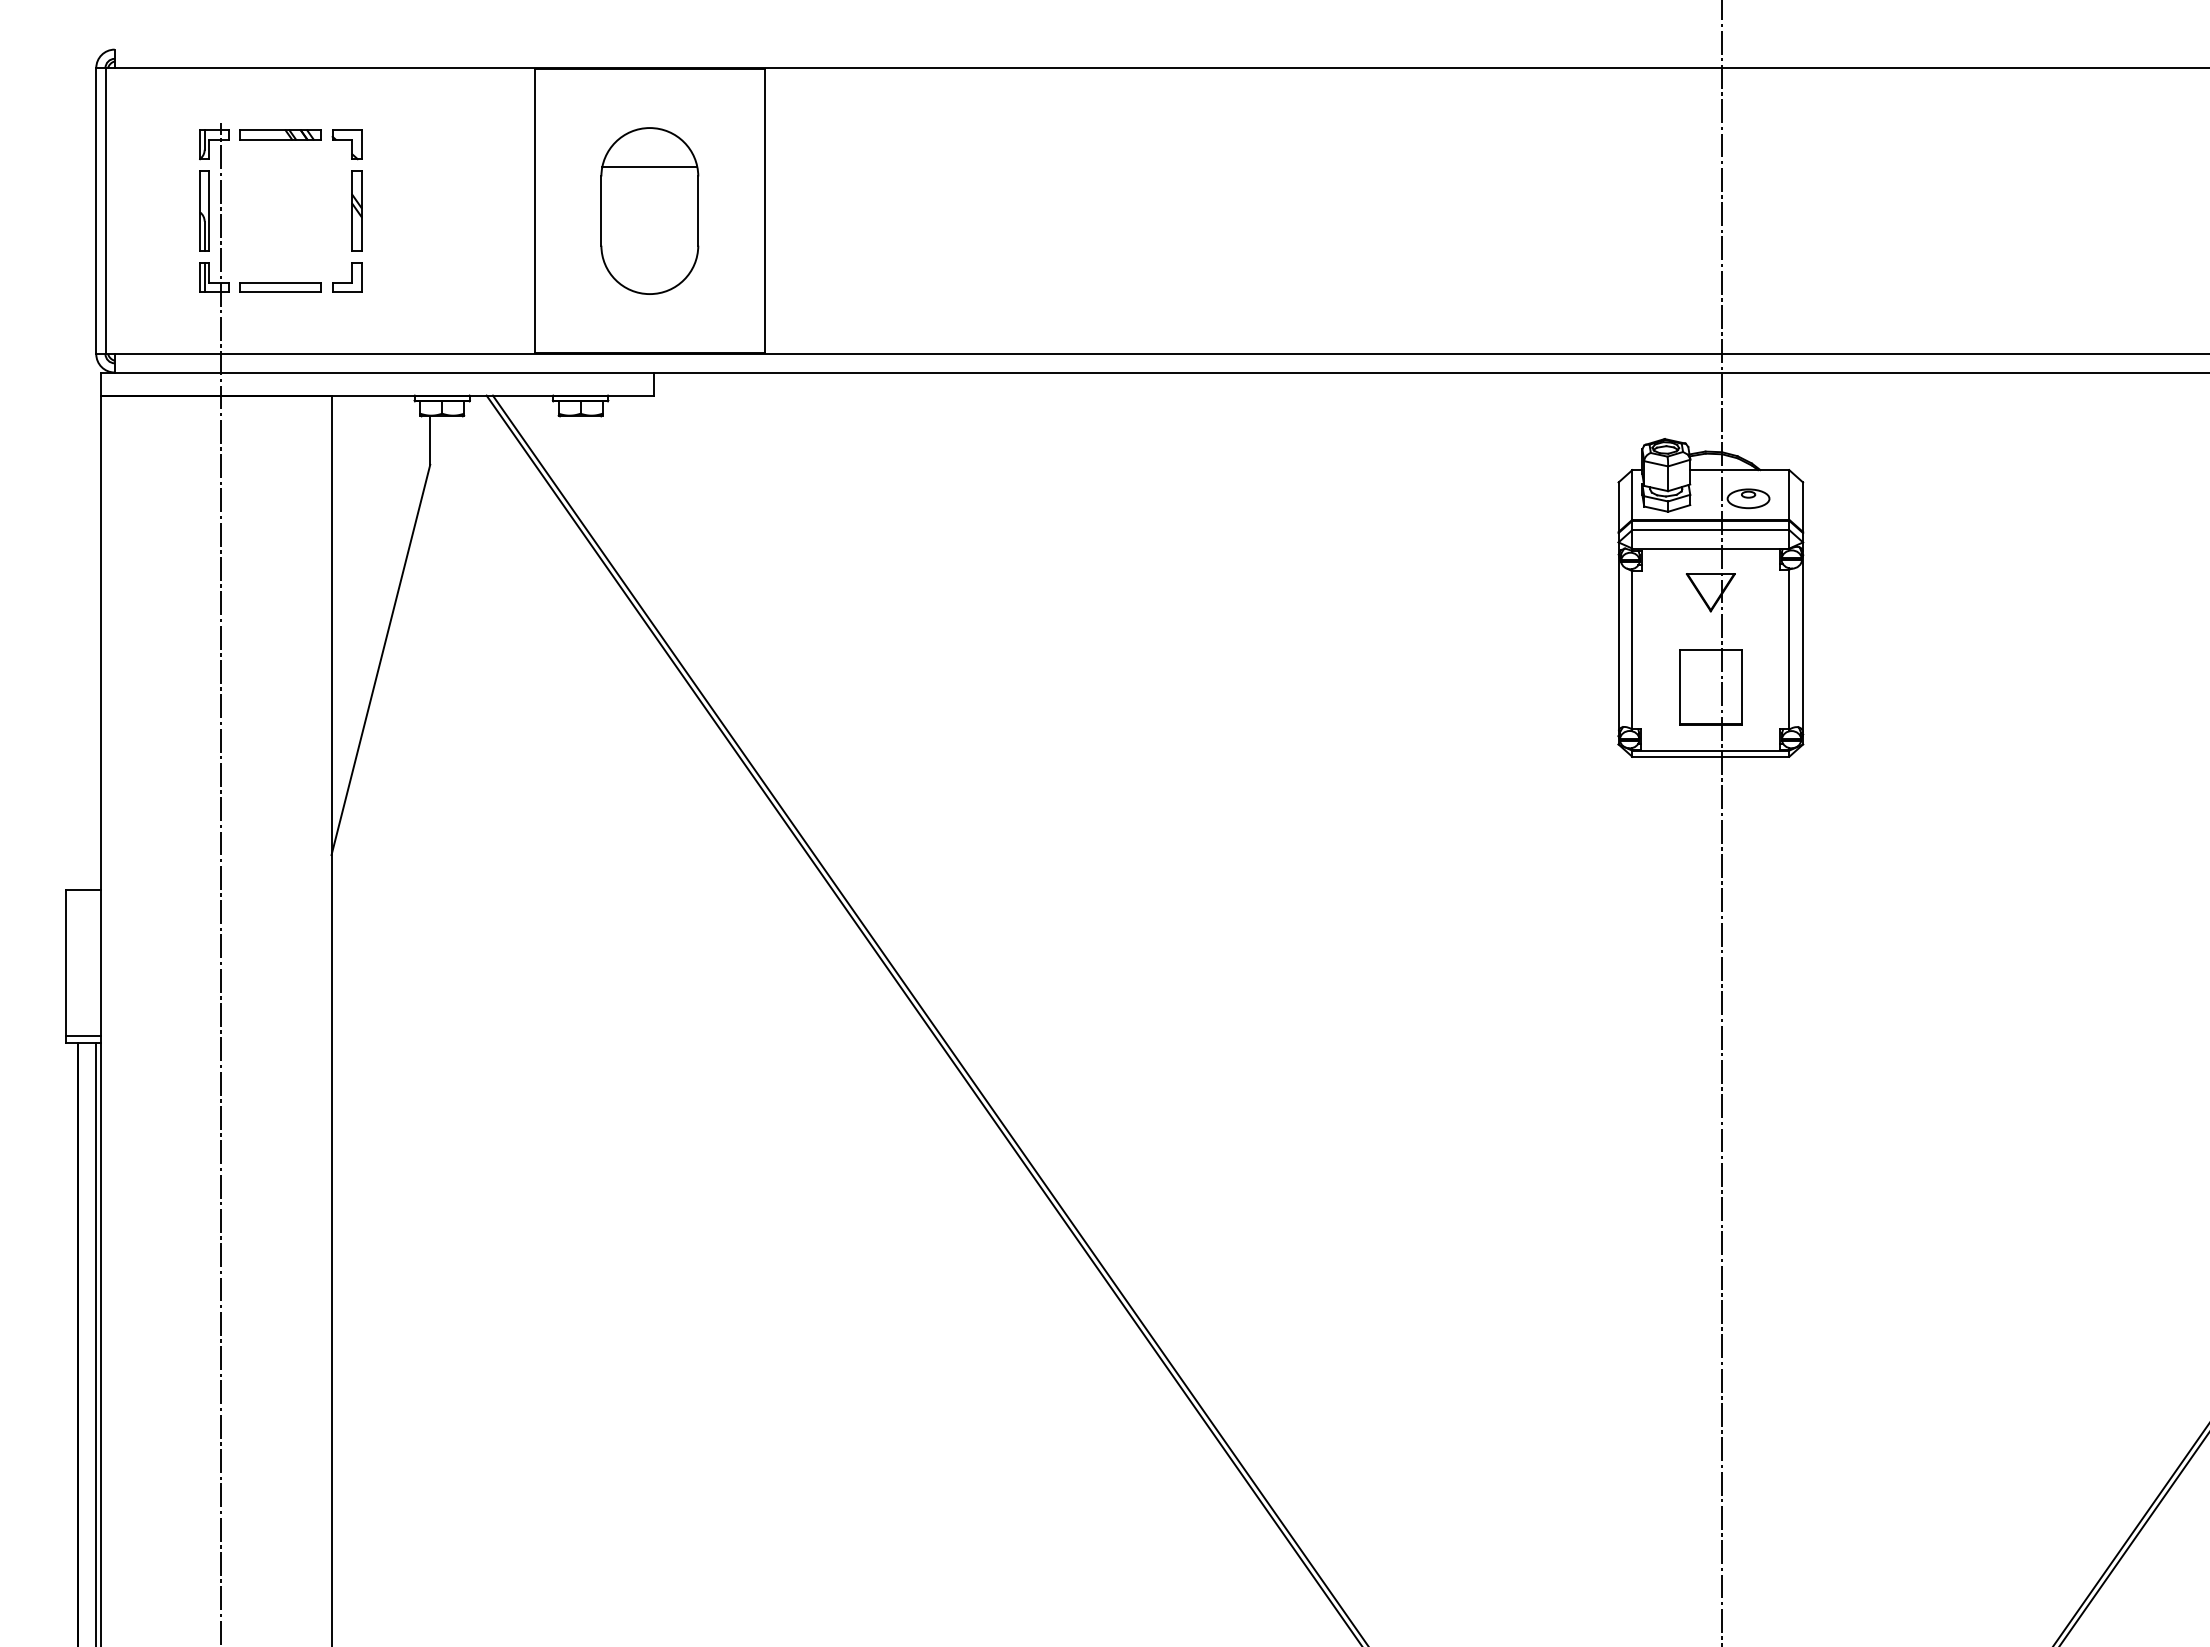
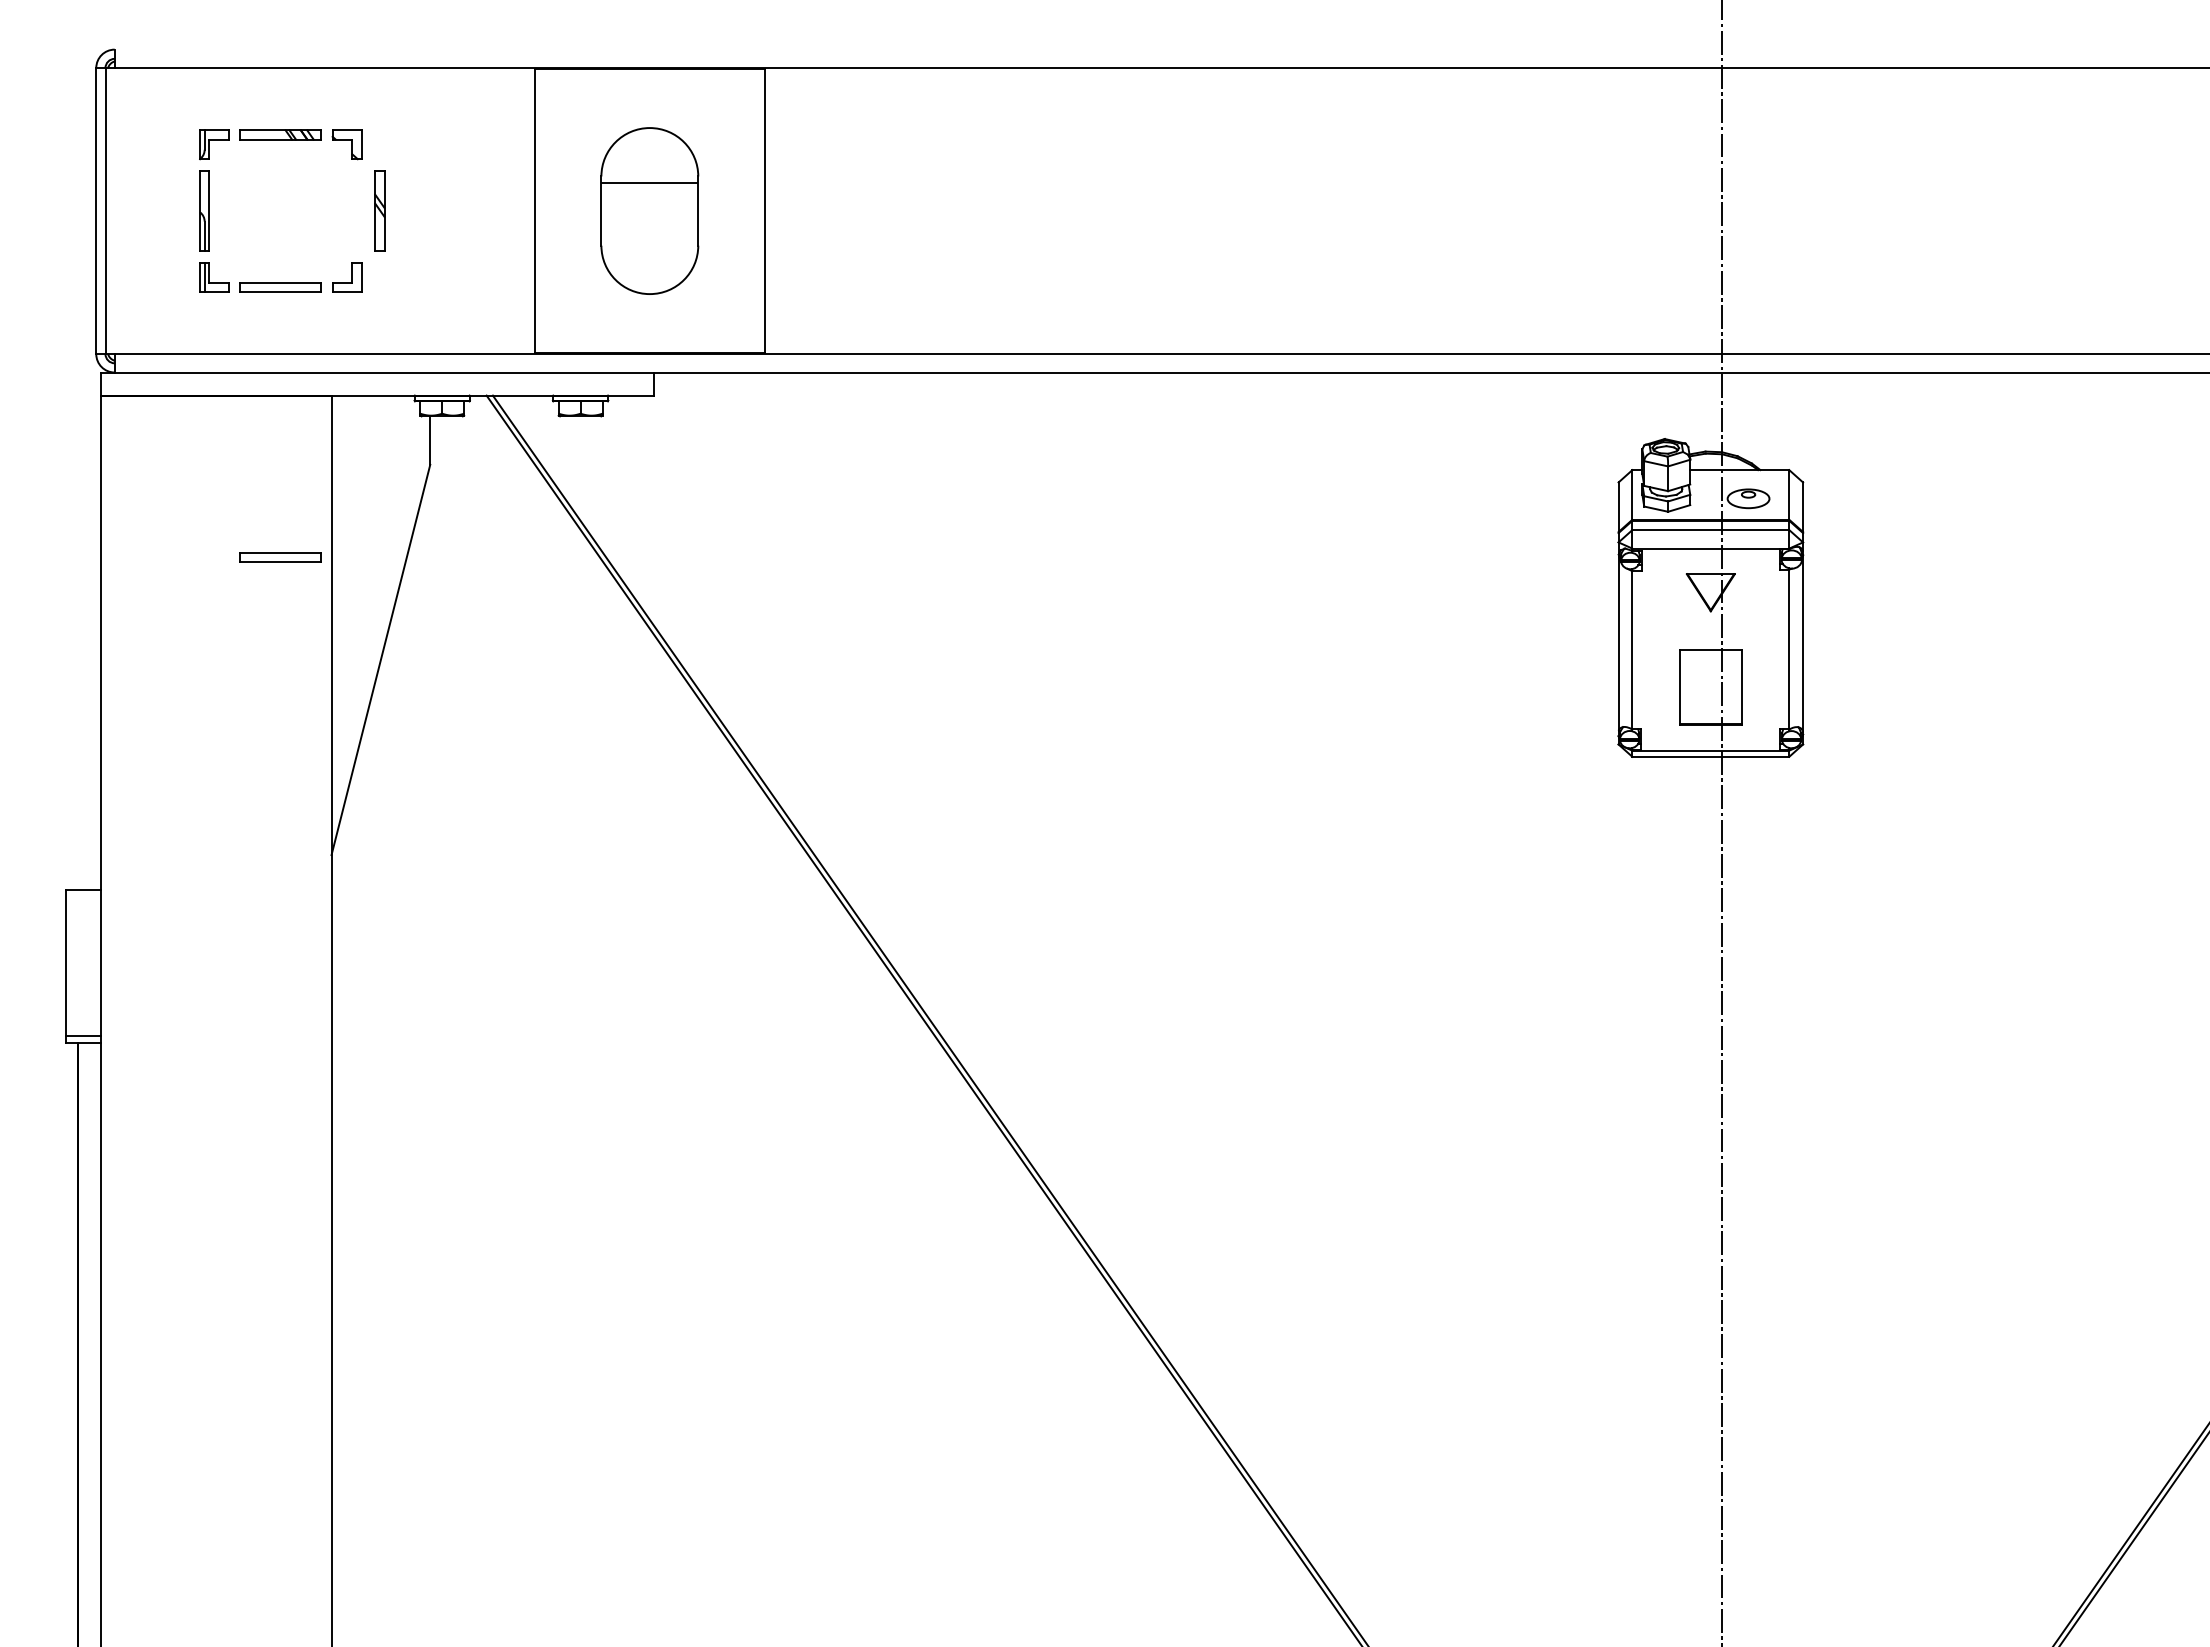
line at (649, 166) position: (649, 166) -> (649, 182)
part at (356, 210) position: (356, 210) -> (379, 210)
part at (280, 557): none -> present
line at (220, 883): present -> none
line at (96, 1343): present -> none
